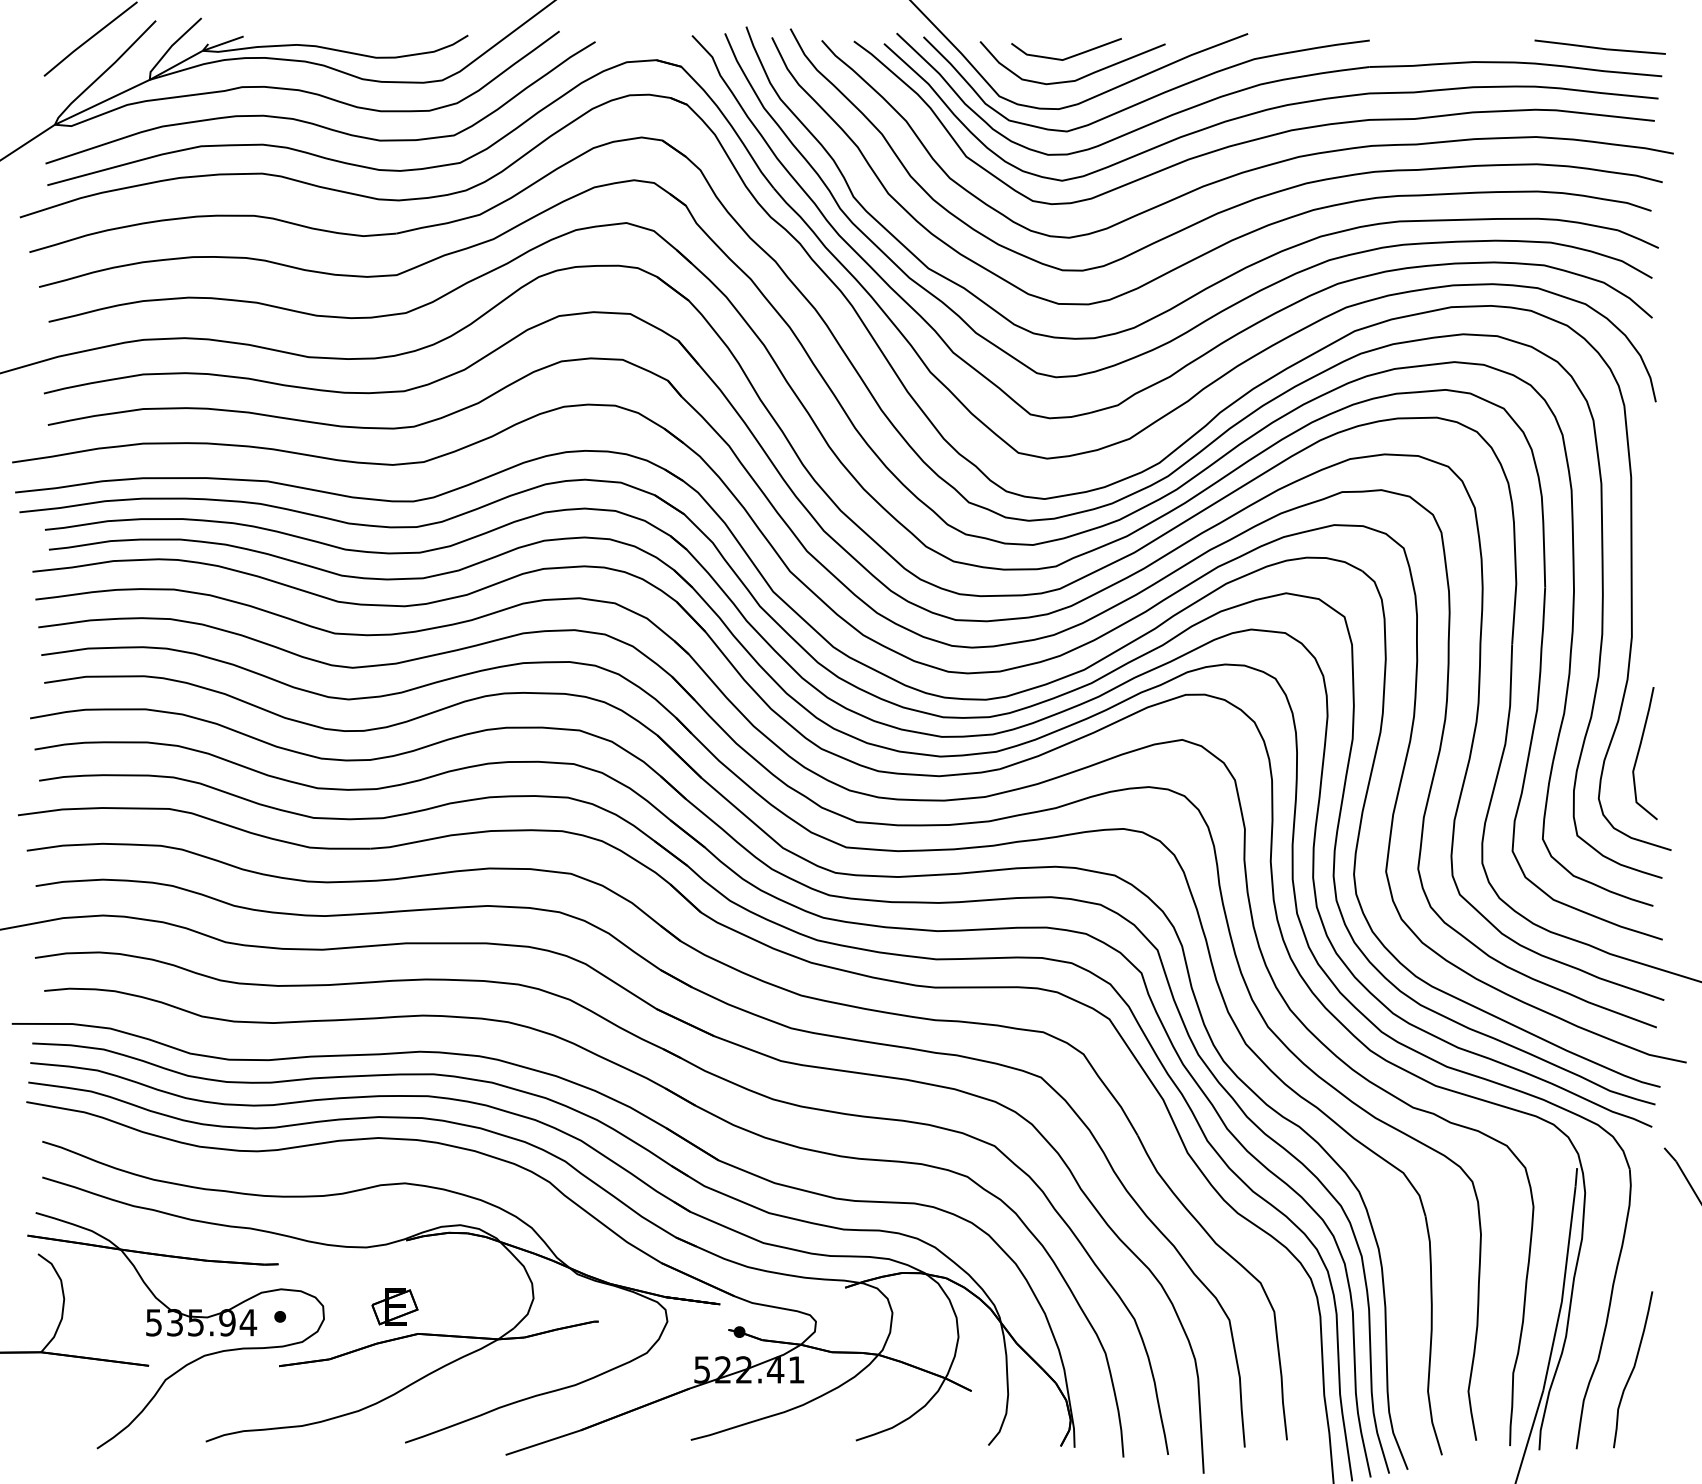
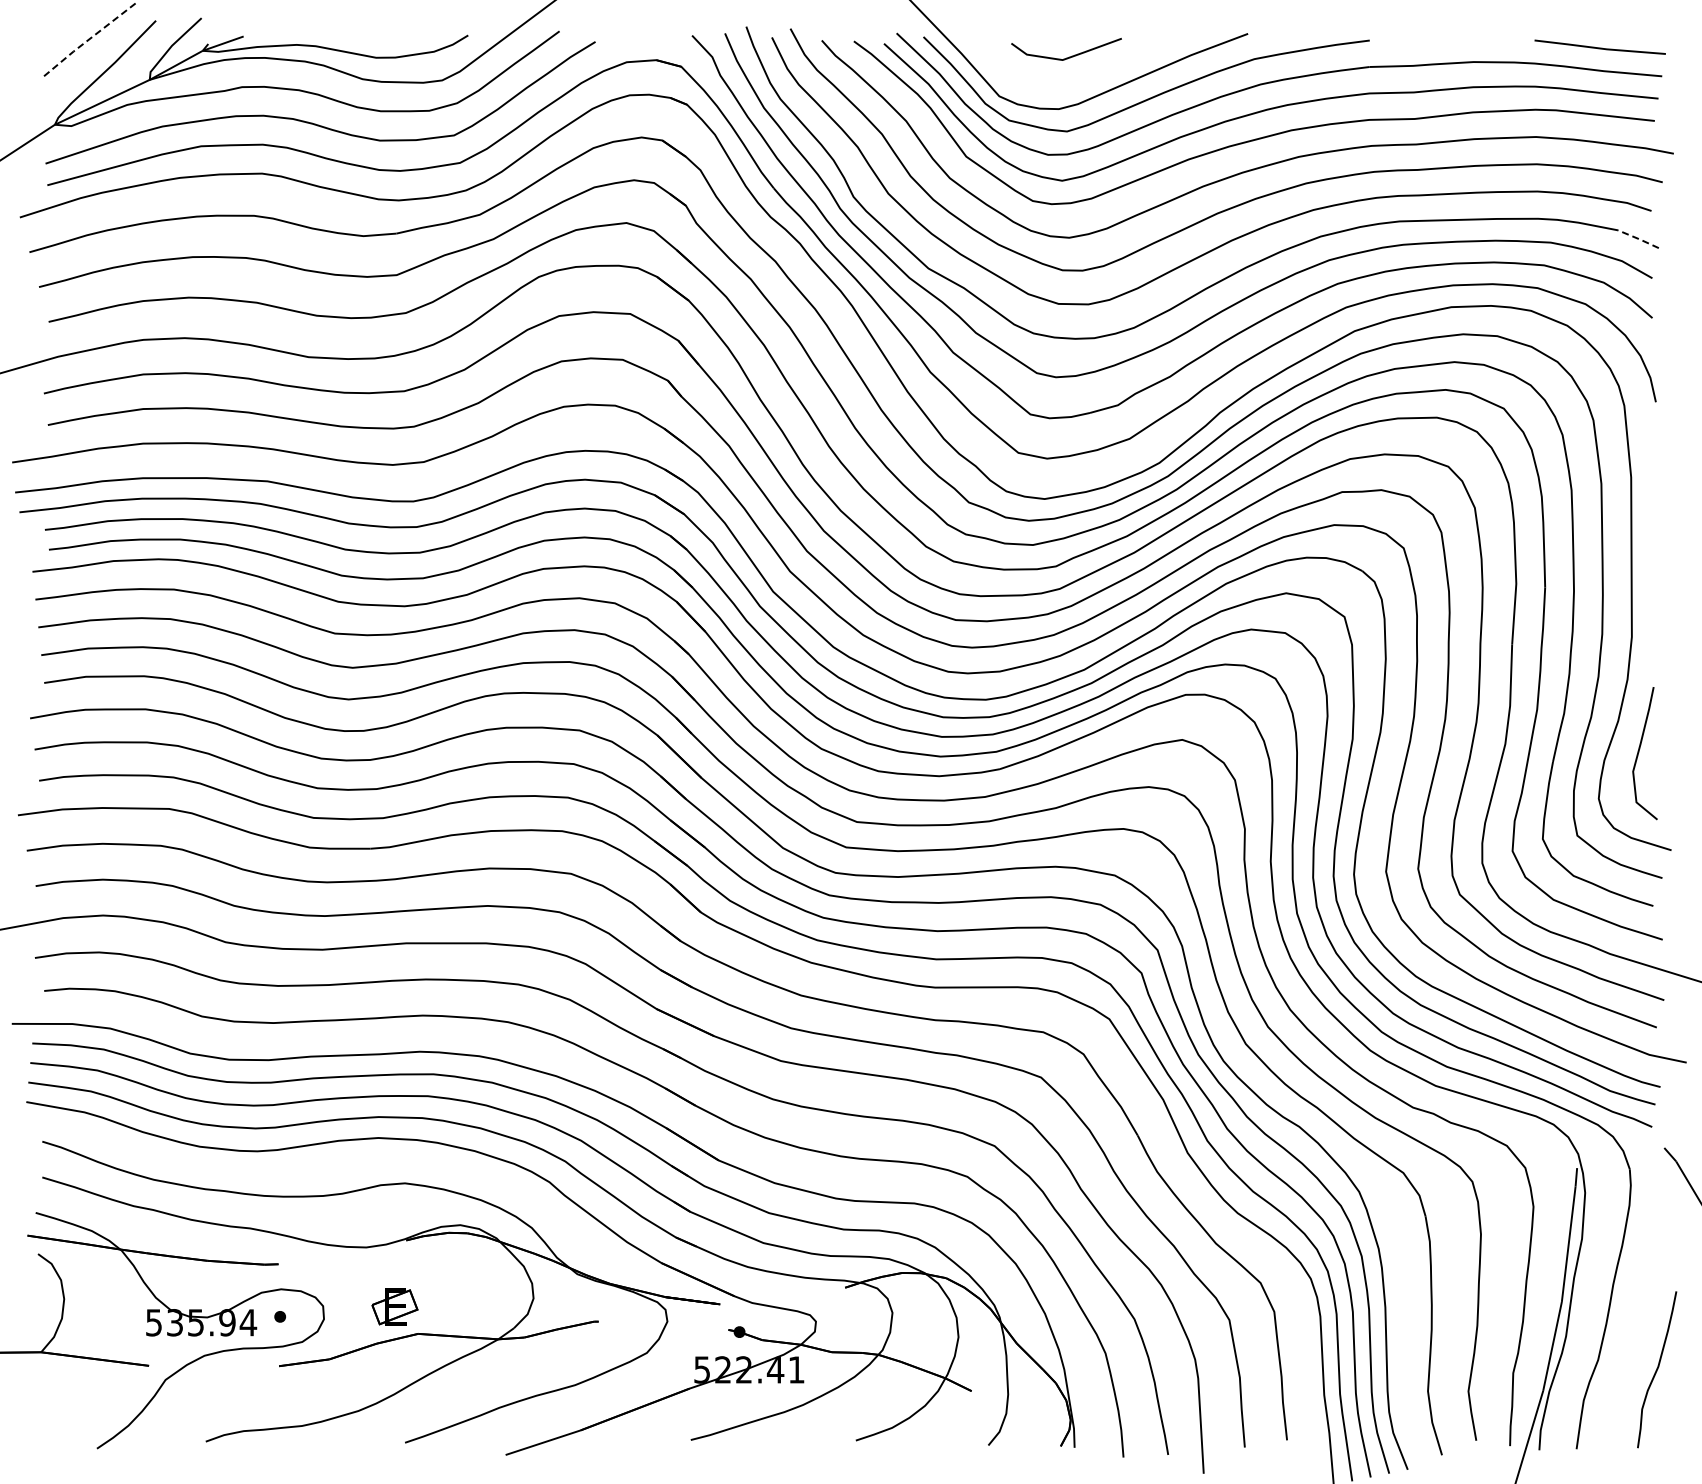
line at (90, 38): solid -> dashed
curve at (1077, 78): present -> none
line at (1638, 238): solid -> dashed
curve at (1633, 1369) position: (1633, 1369) -> (1657, 1369)
